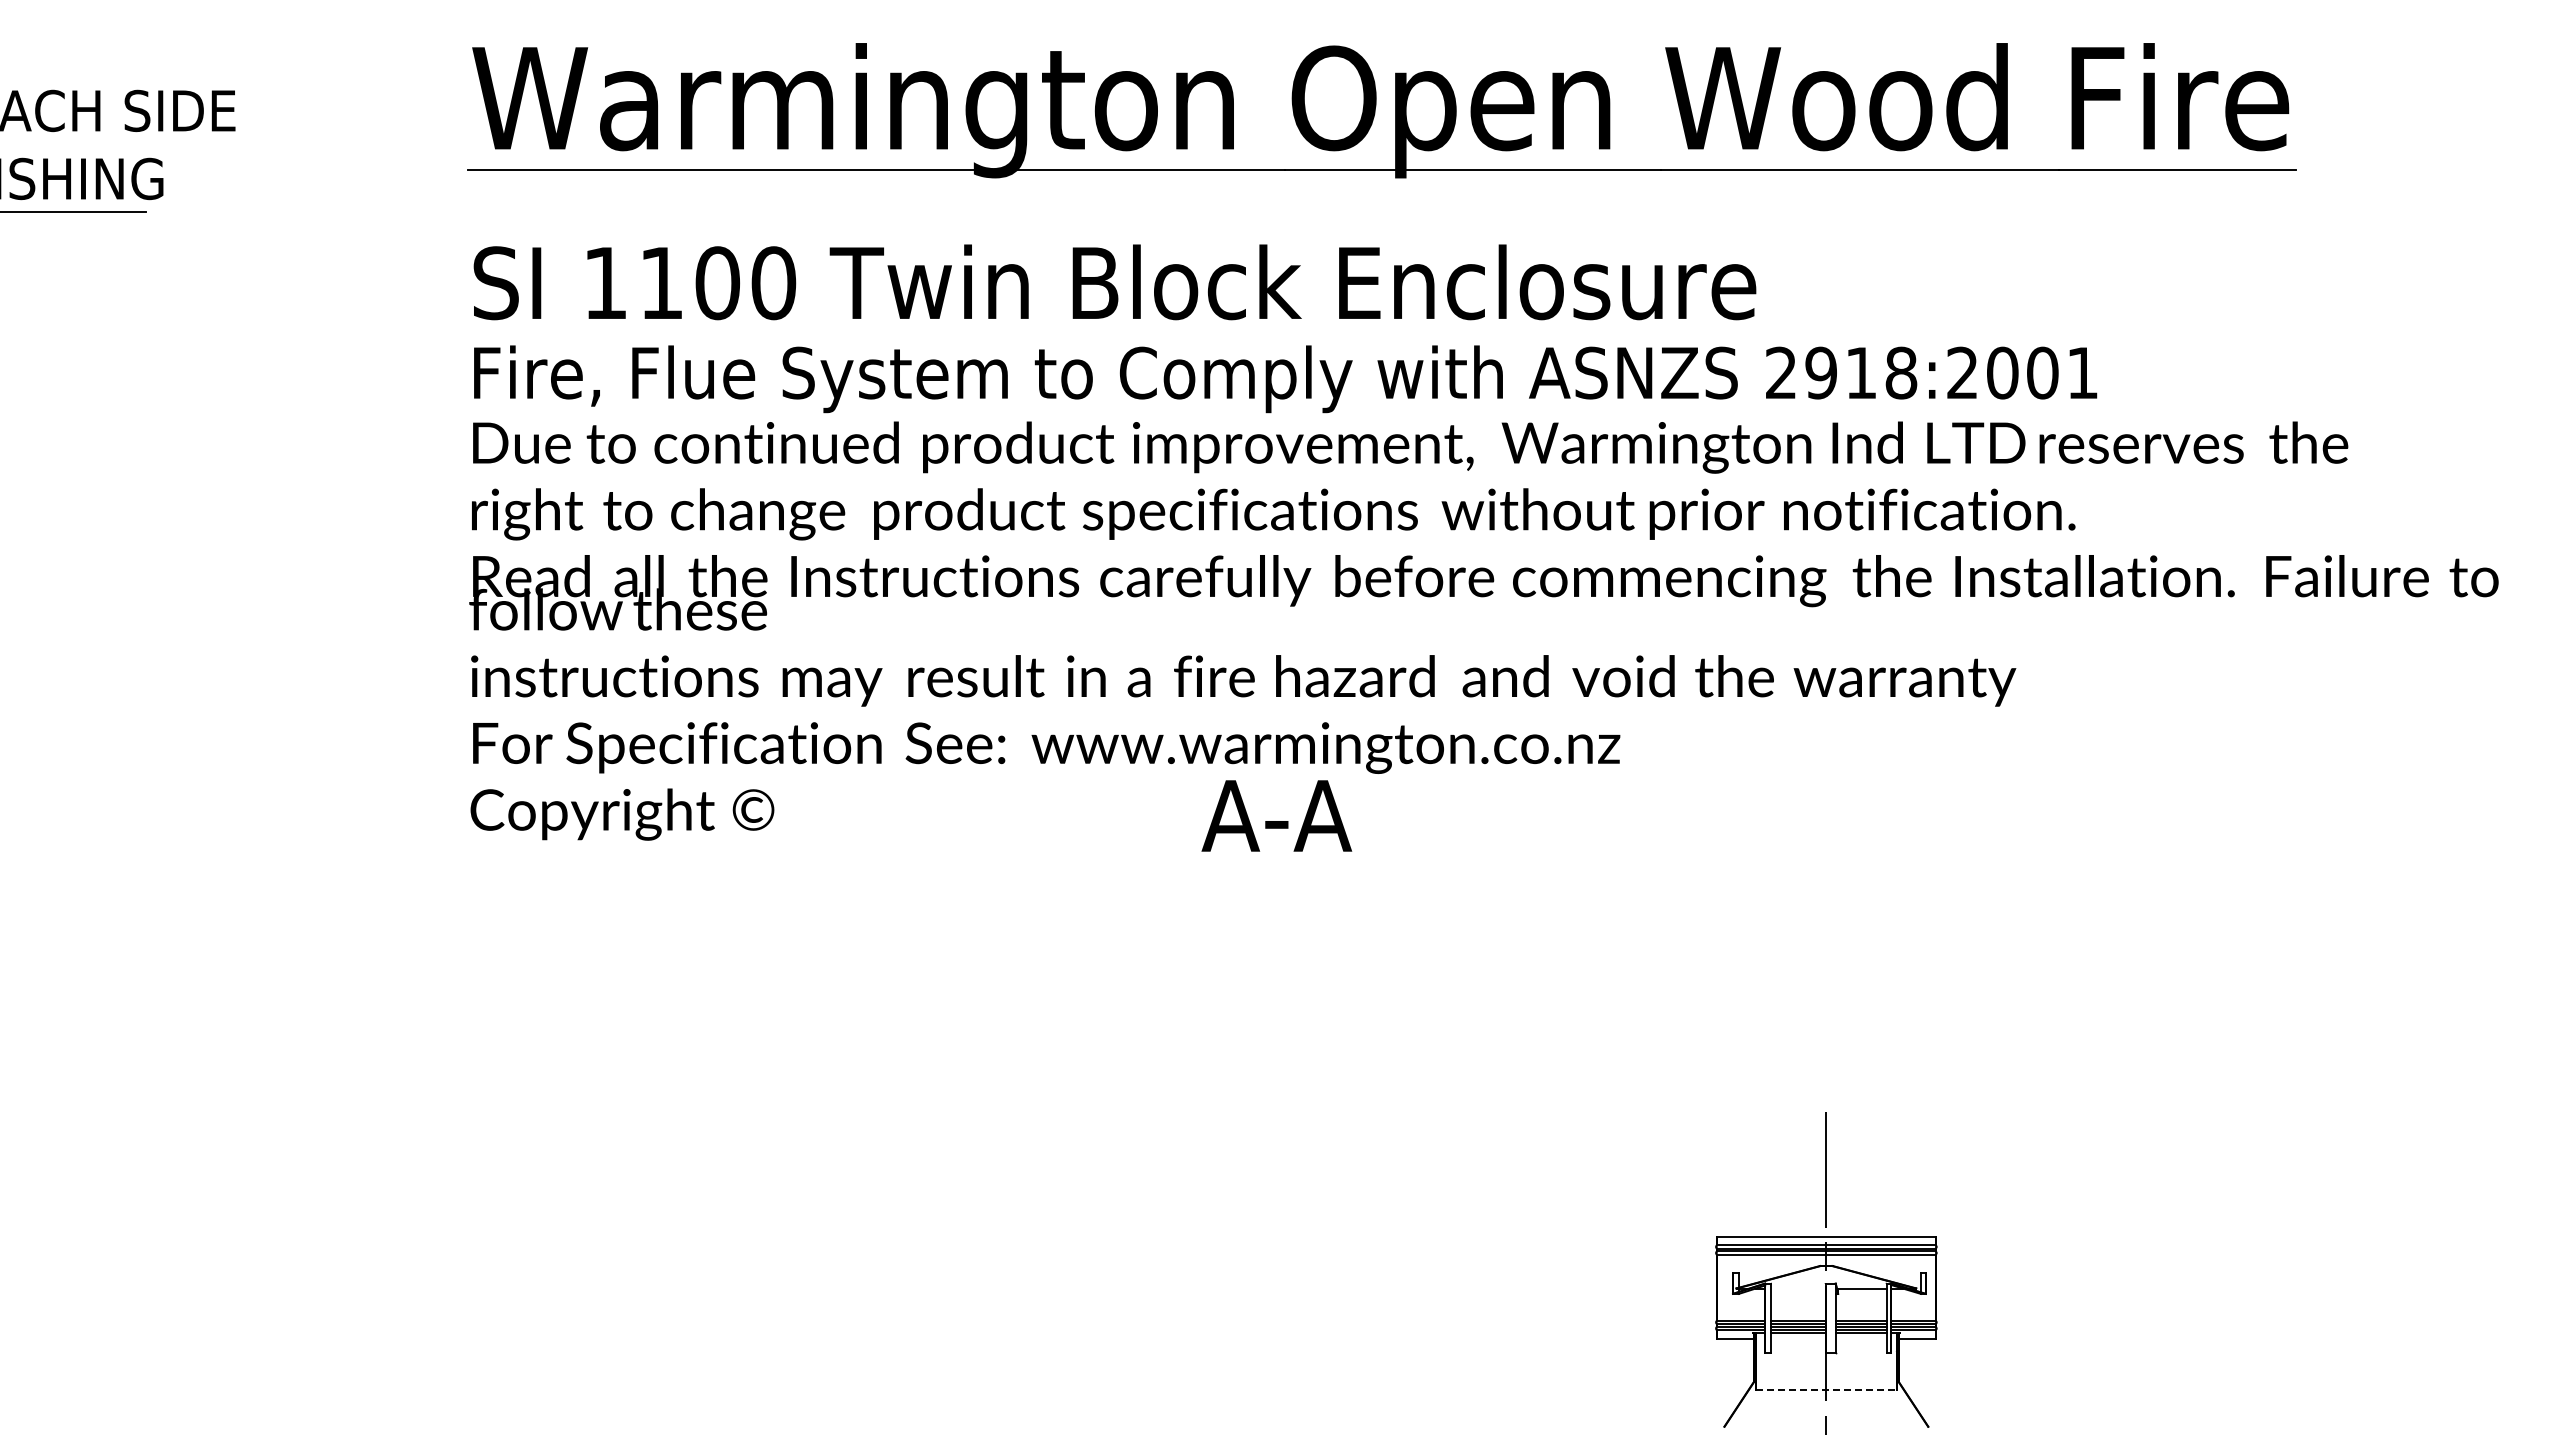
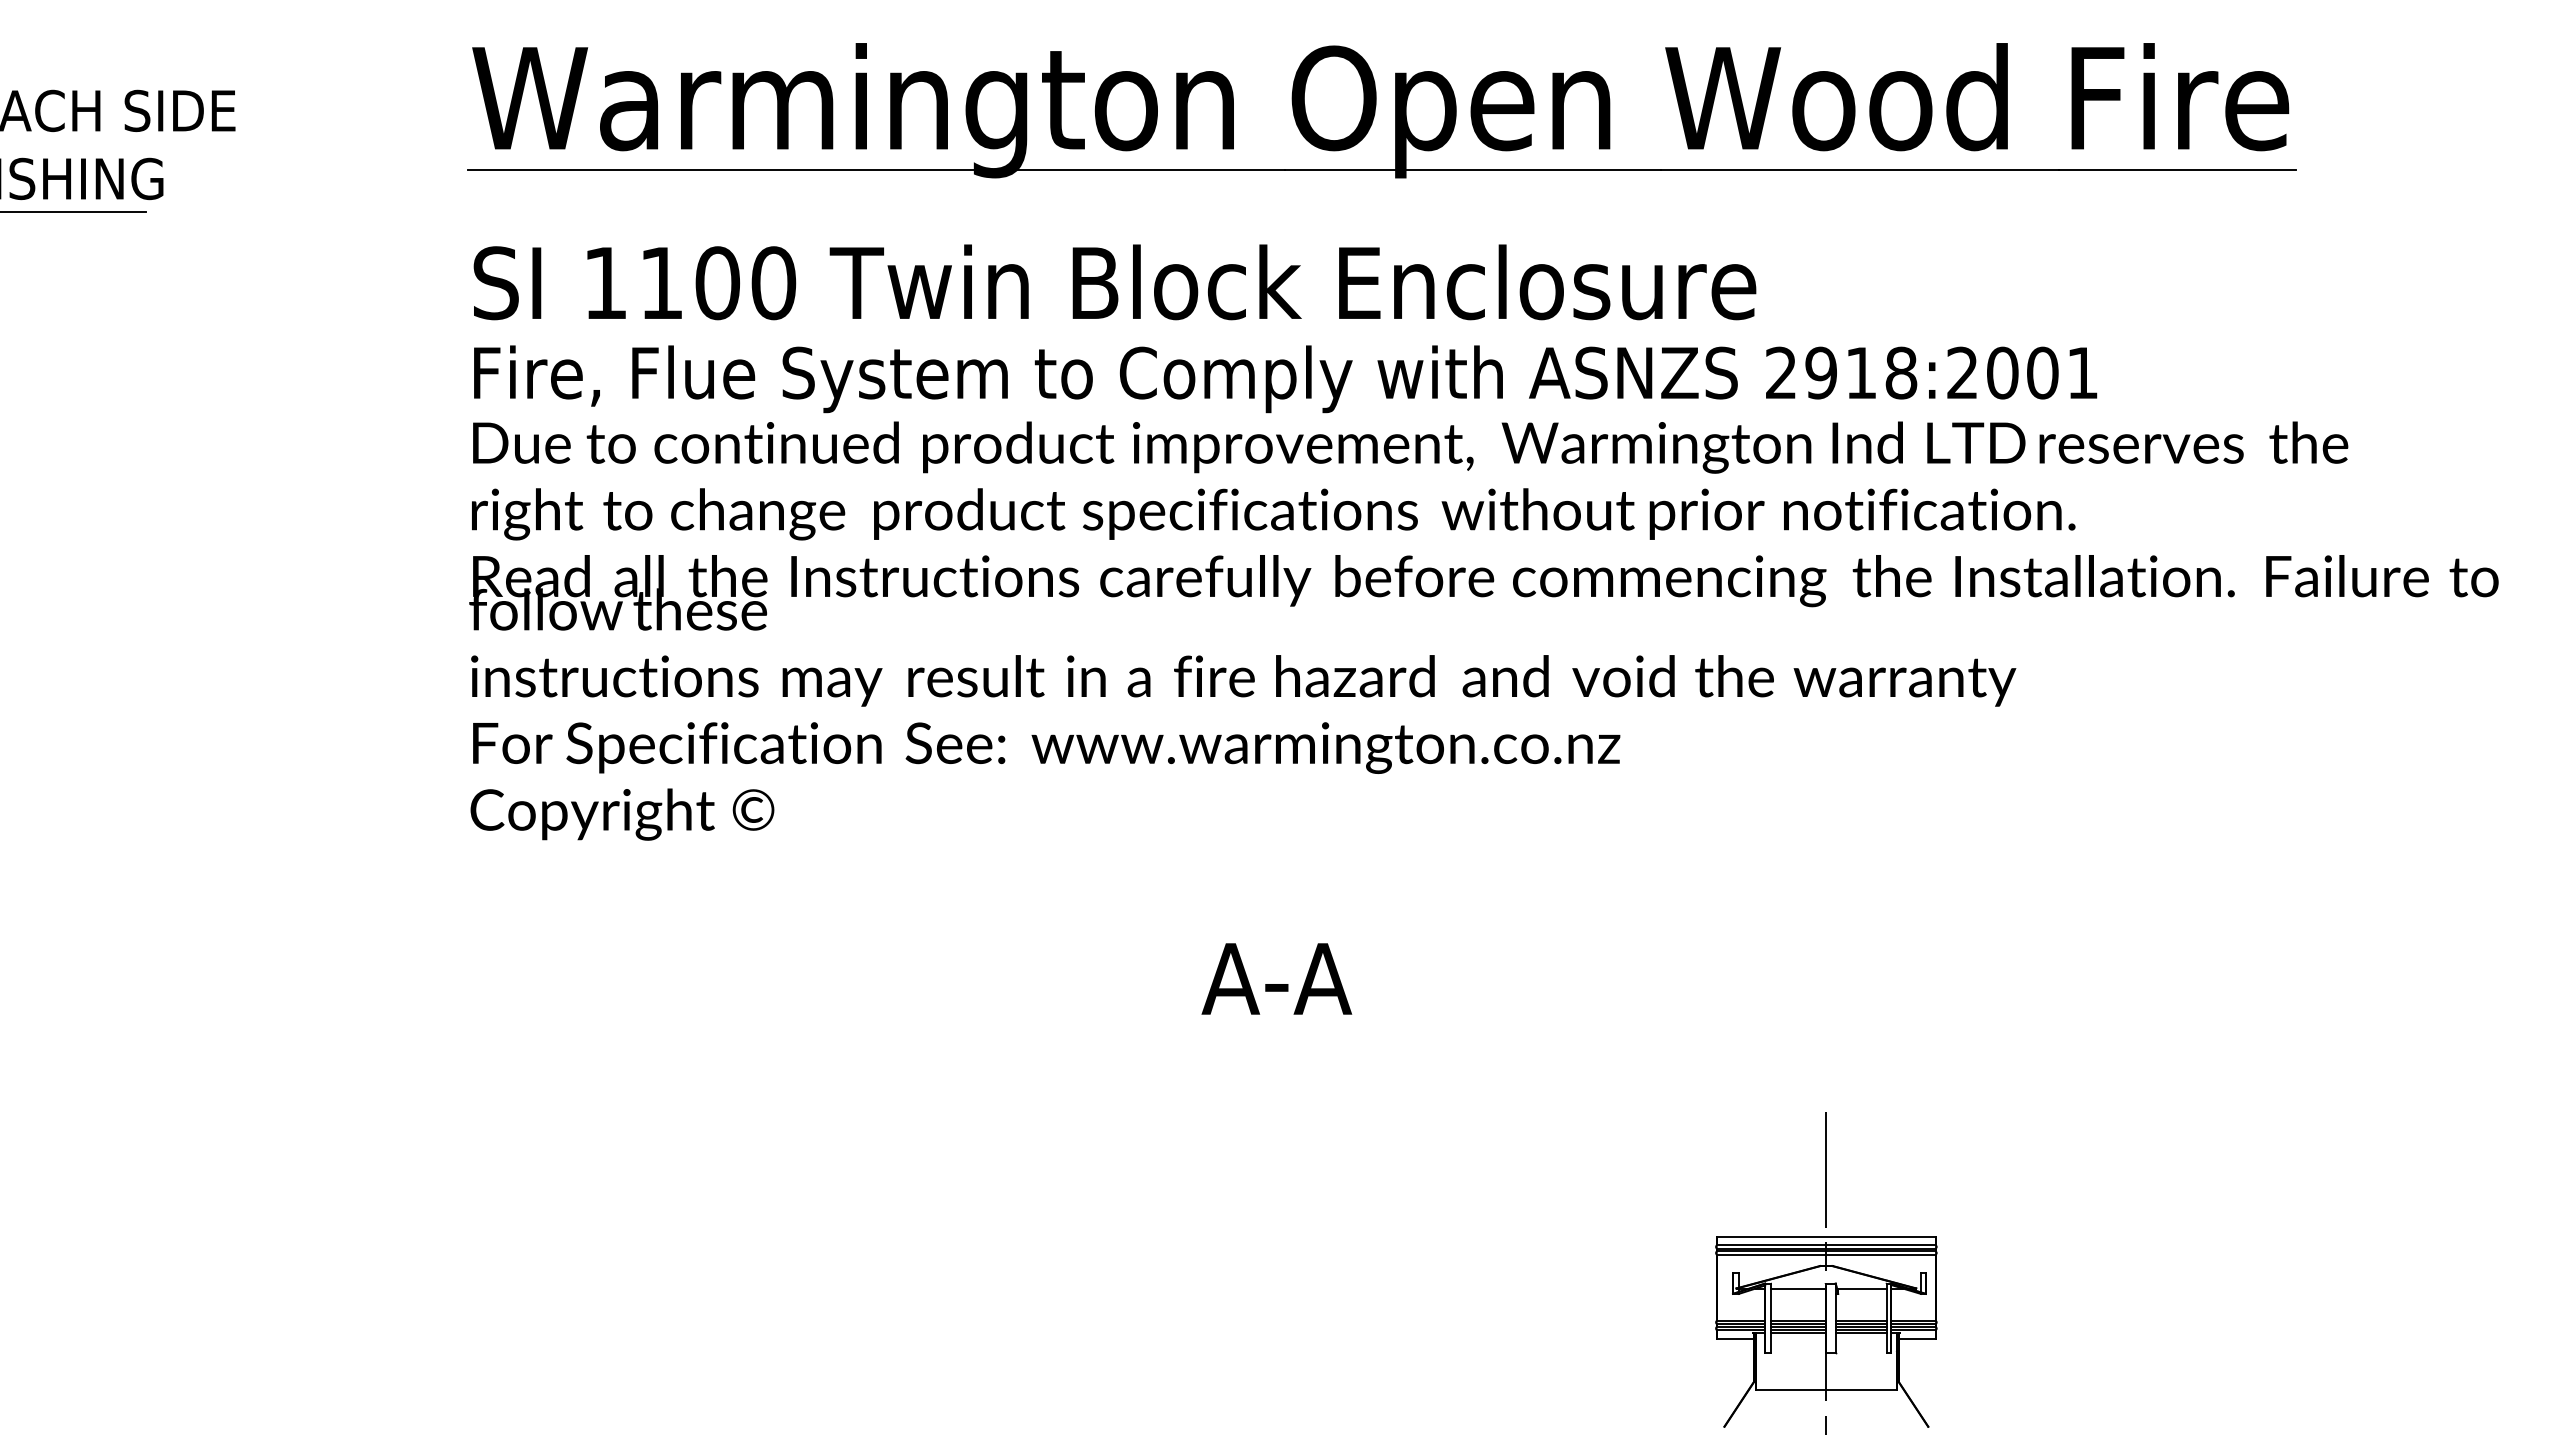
text at (1276, 815) position: (1276, 815) -> (1276, 978)
line at (1798, 1288): none -> present
line at (1826, 1389): dashed -> solid
